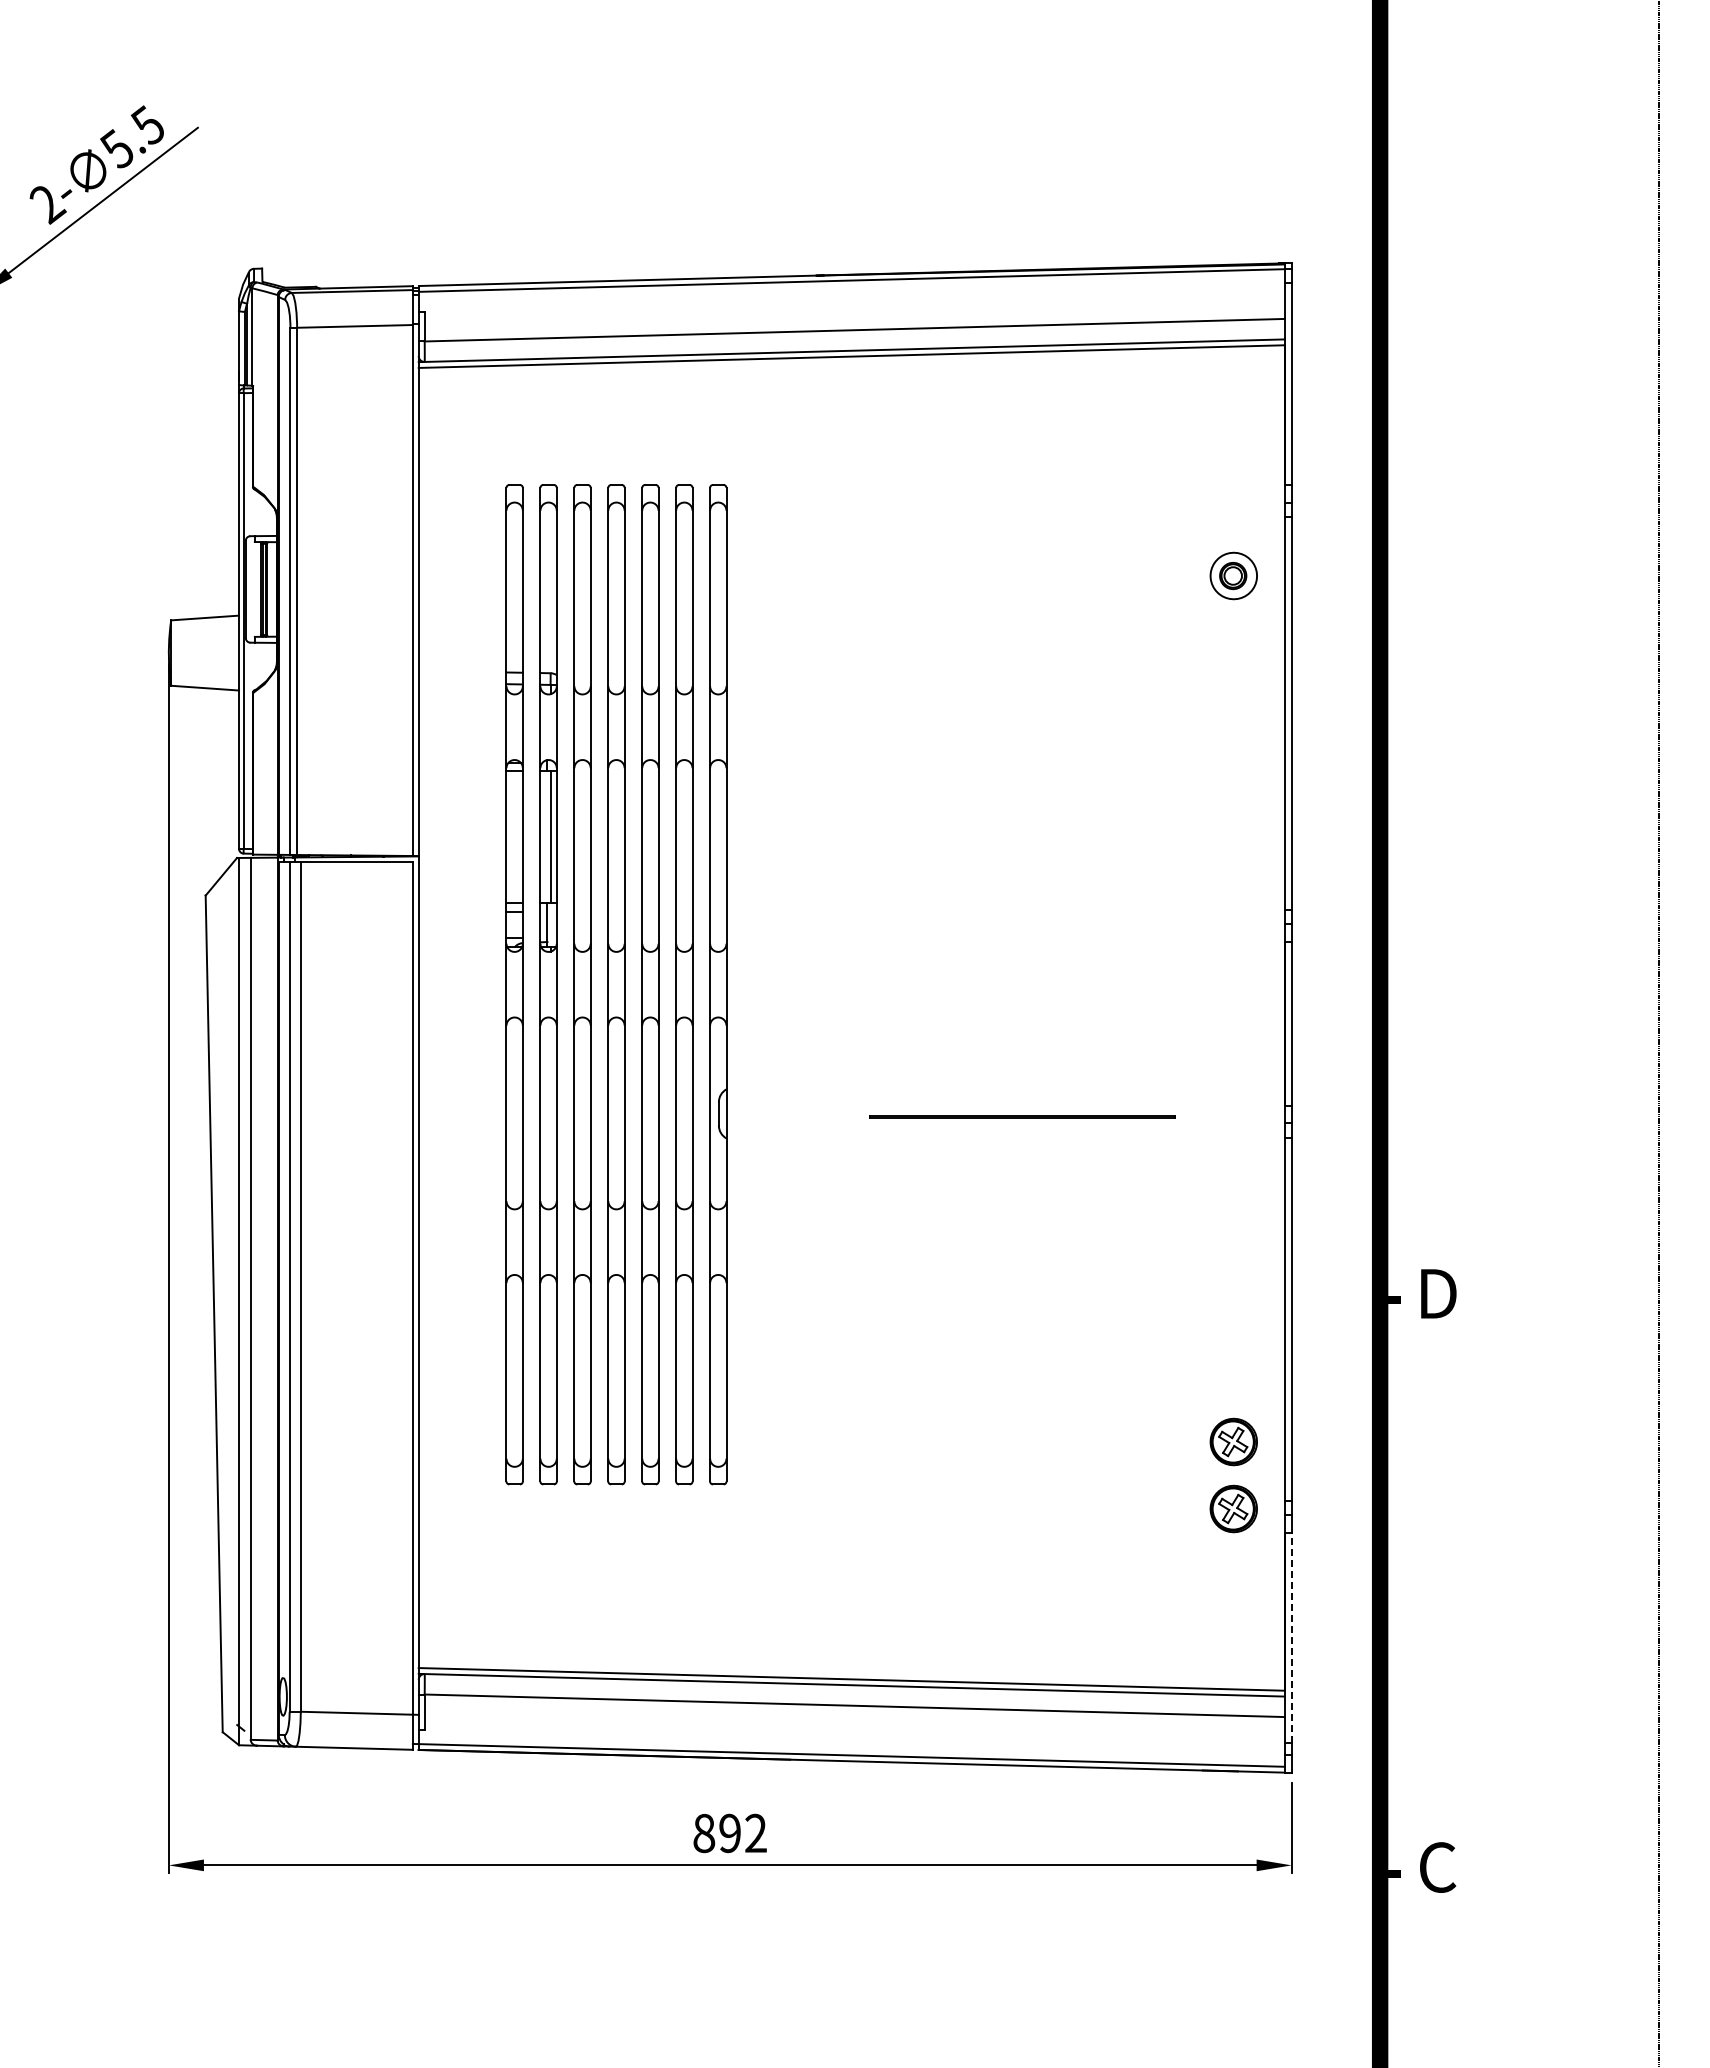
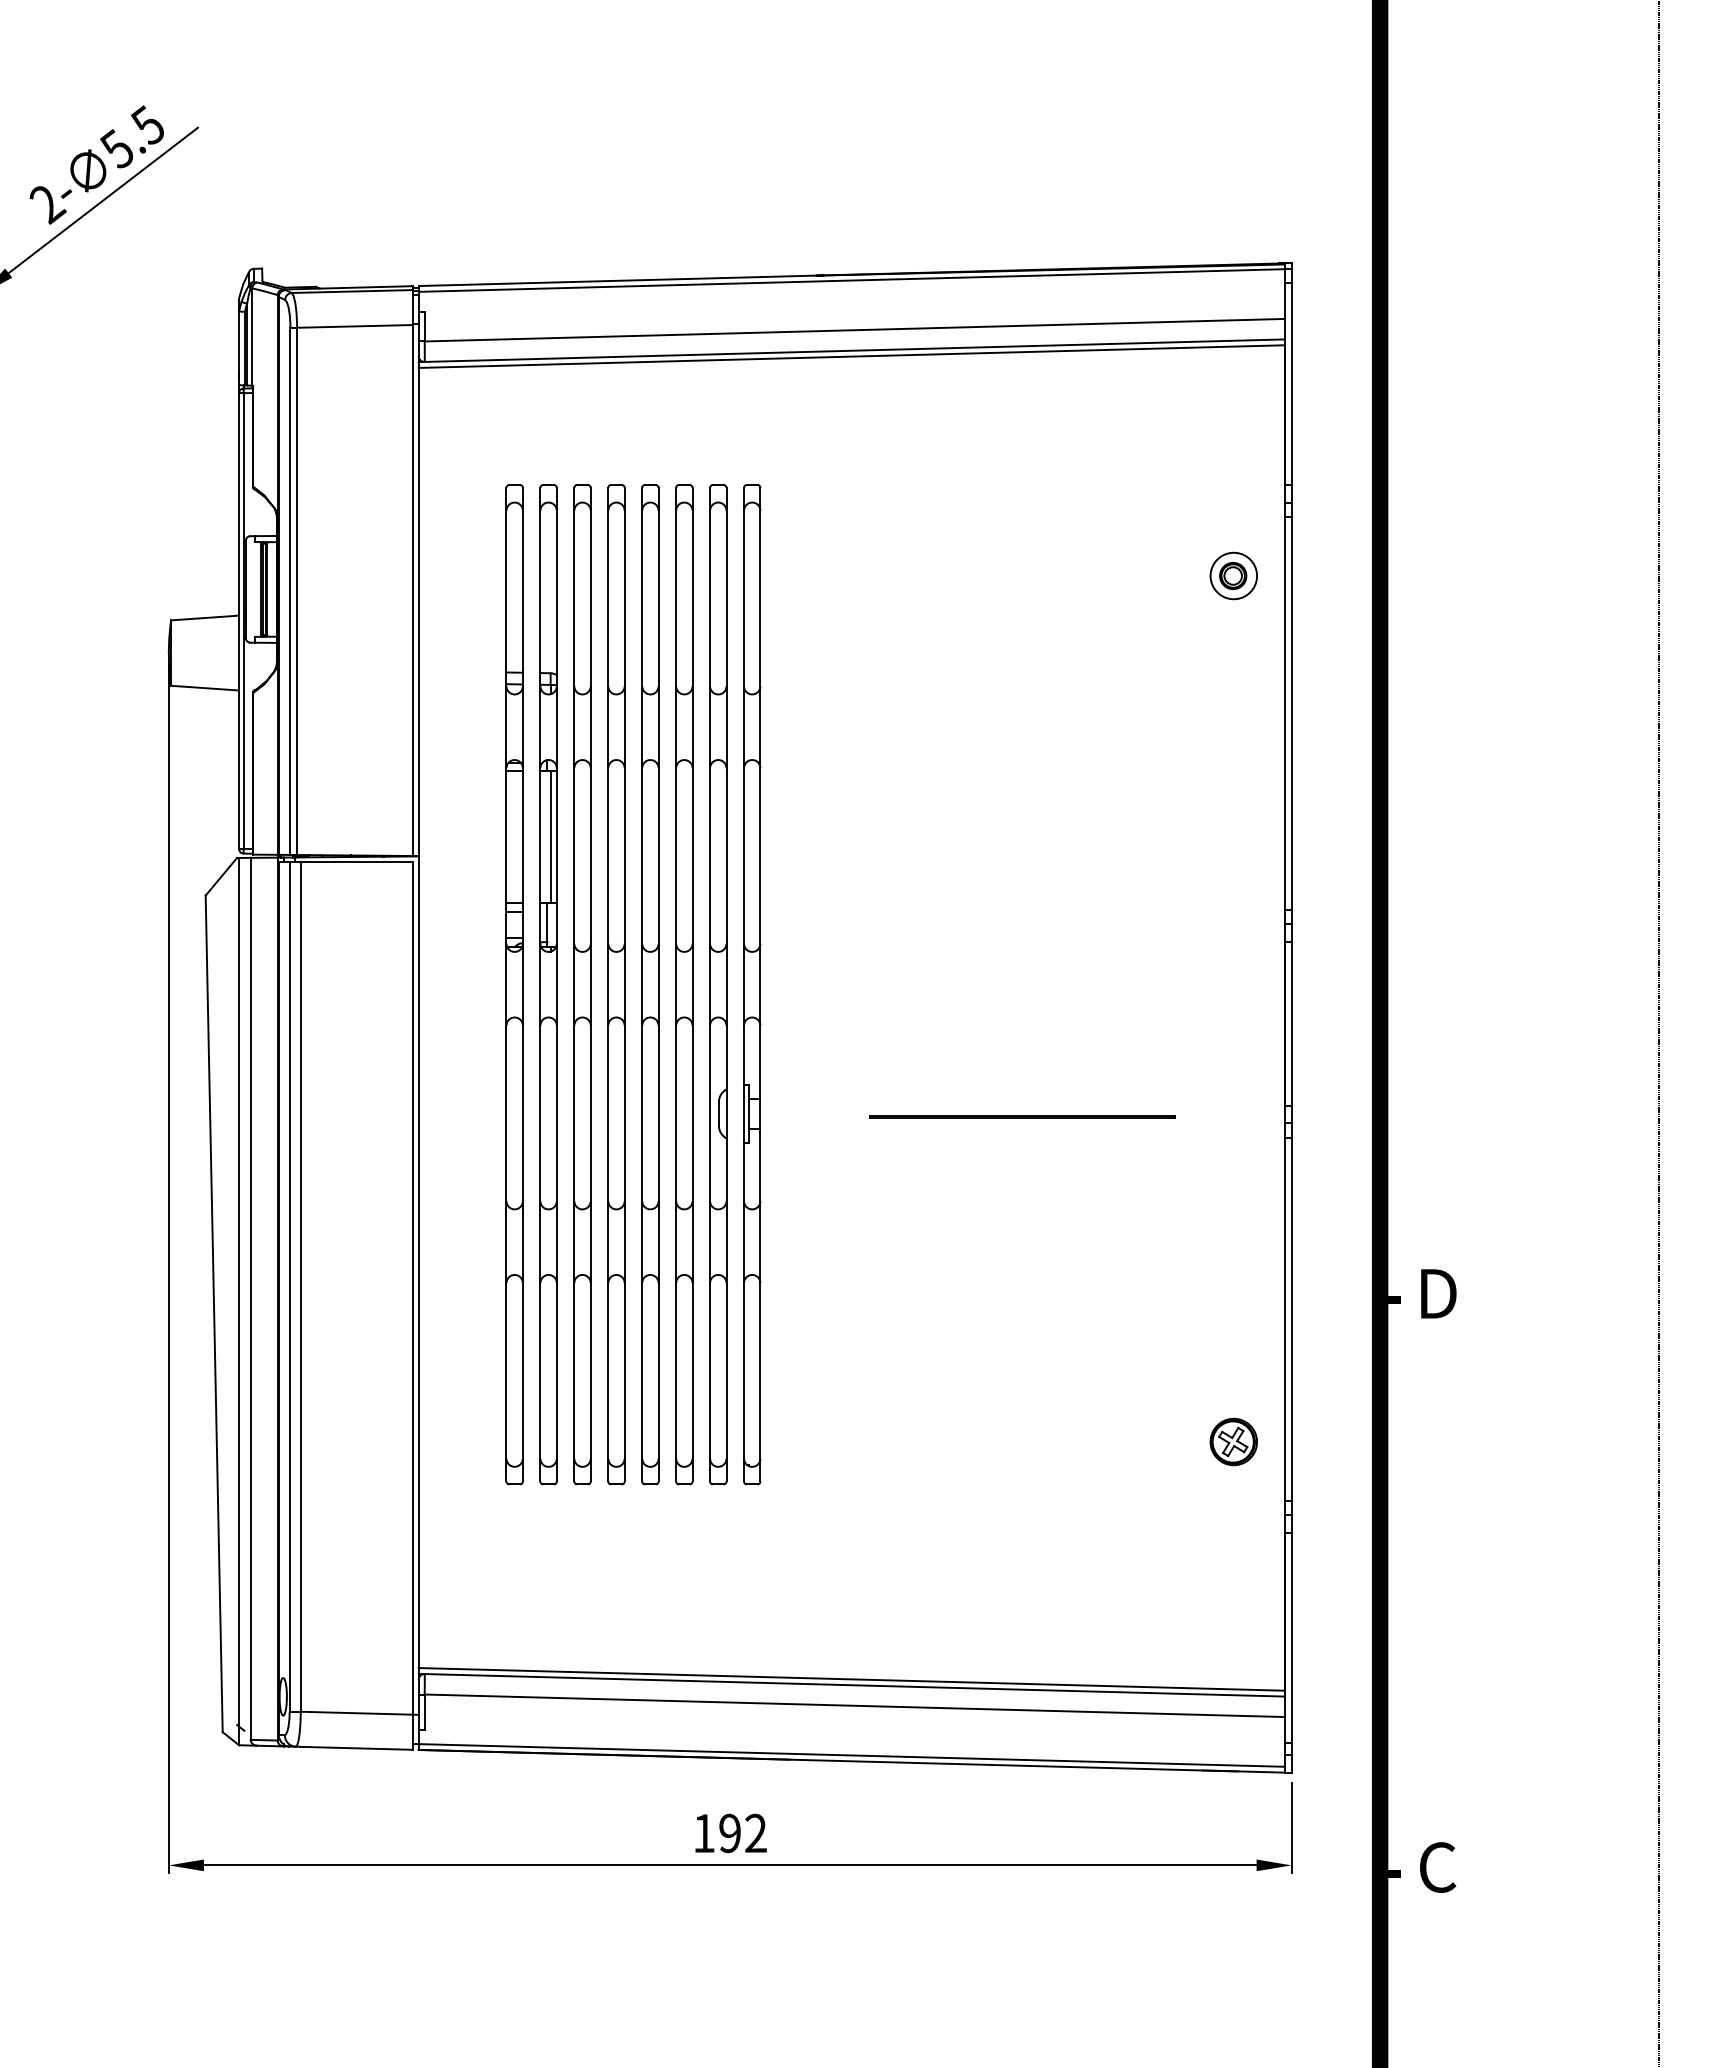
part at (752, 984): none -> present
part at (1233, 1508): present -> none
line at (1291, 1637): dashed -> solid
text at (704, 1833): 892 -> 192
